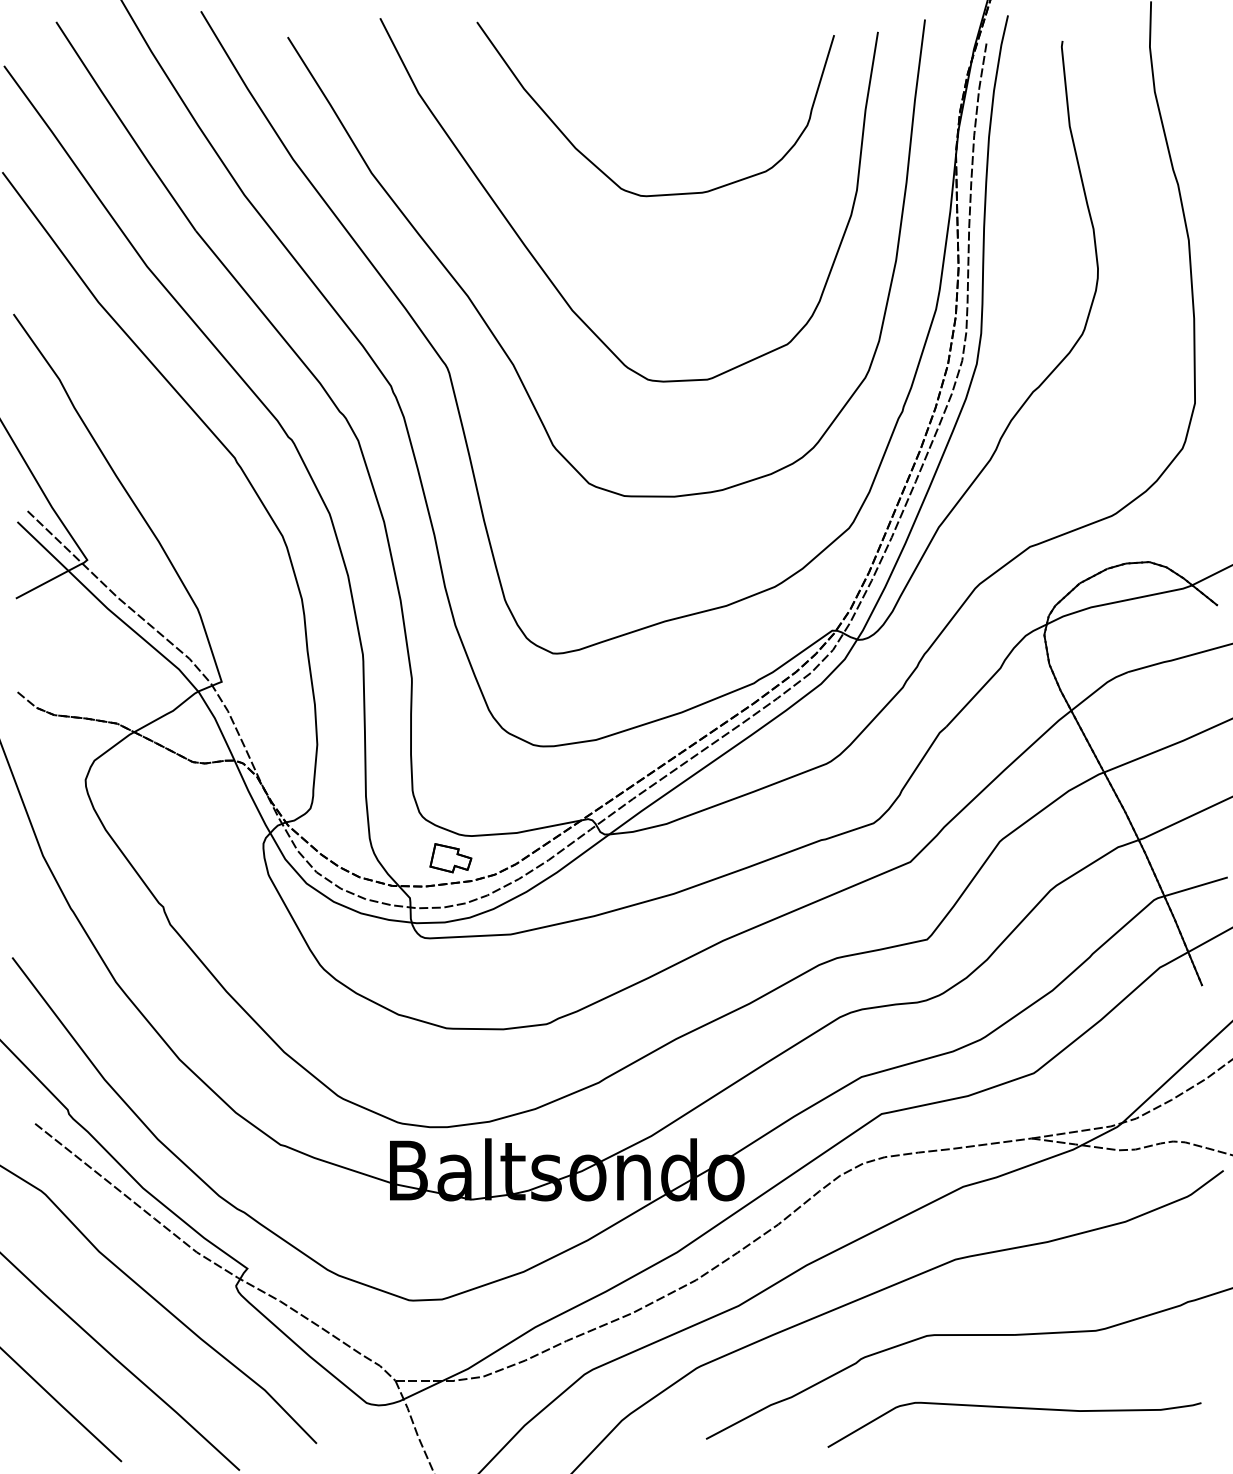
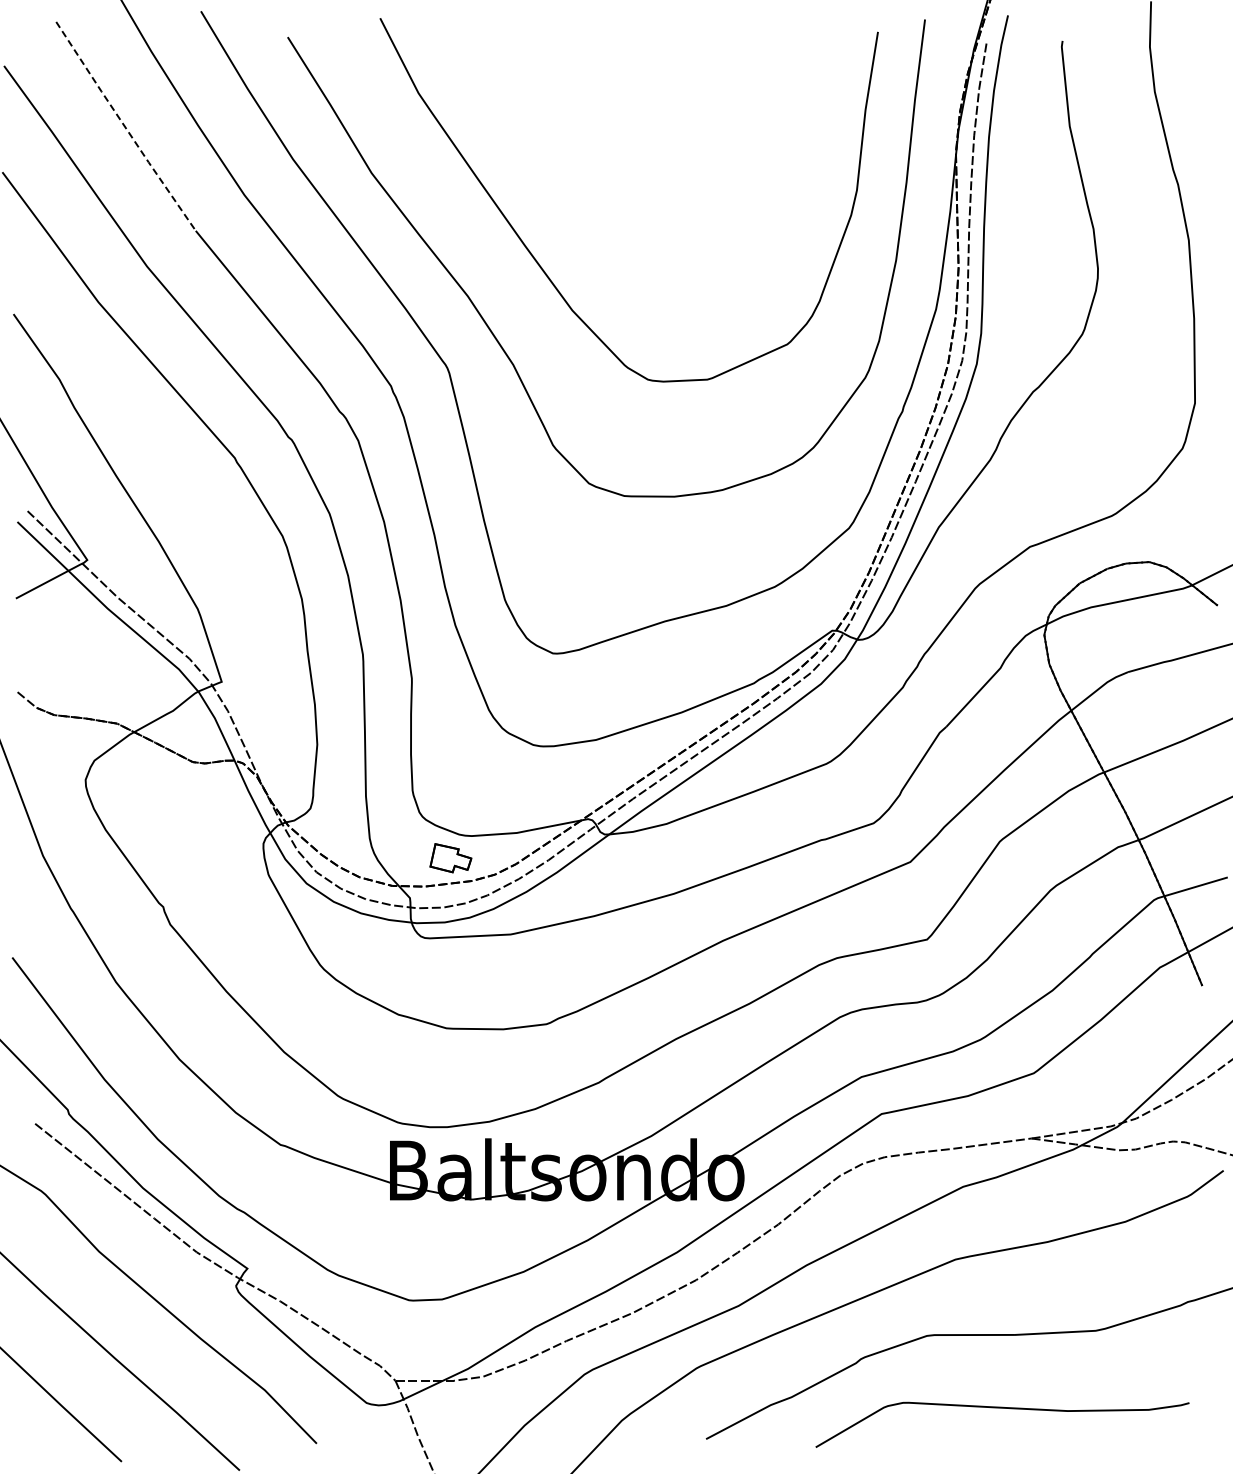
line at (125, 127): solid -> dashed
curve at (602, 170): present -> none
curve at (1014, 1408) position: (1014, 1408) -> (1002, 1408)
